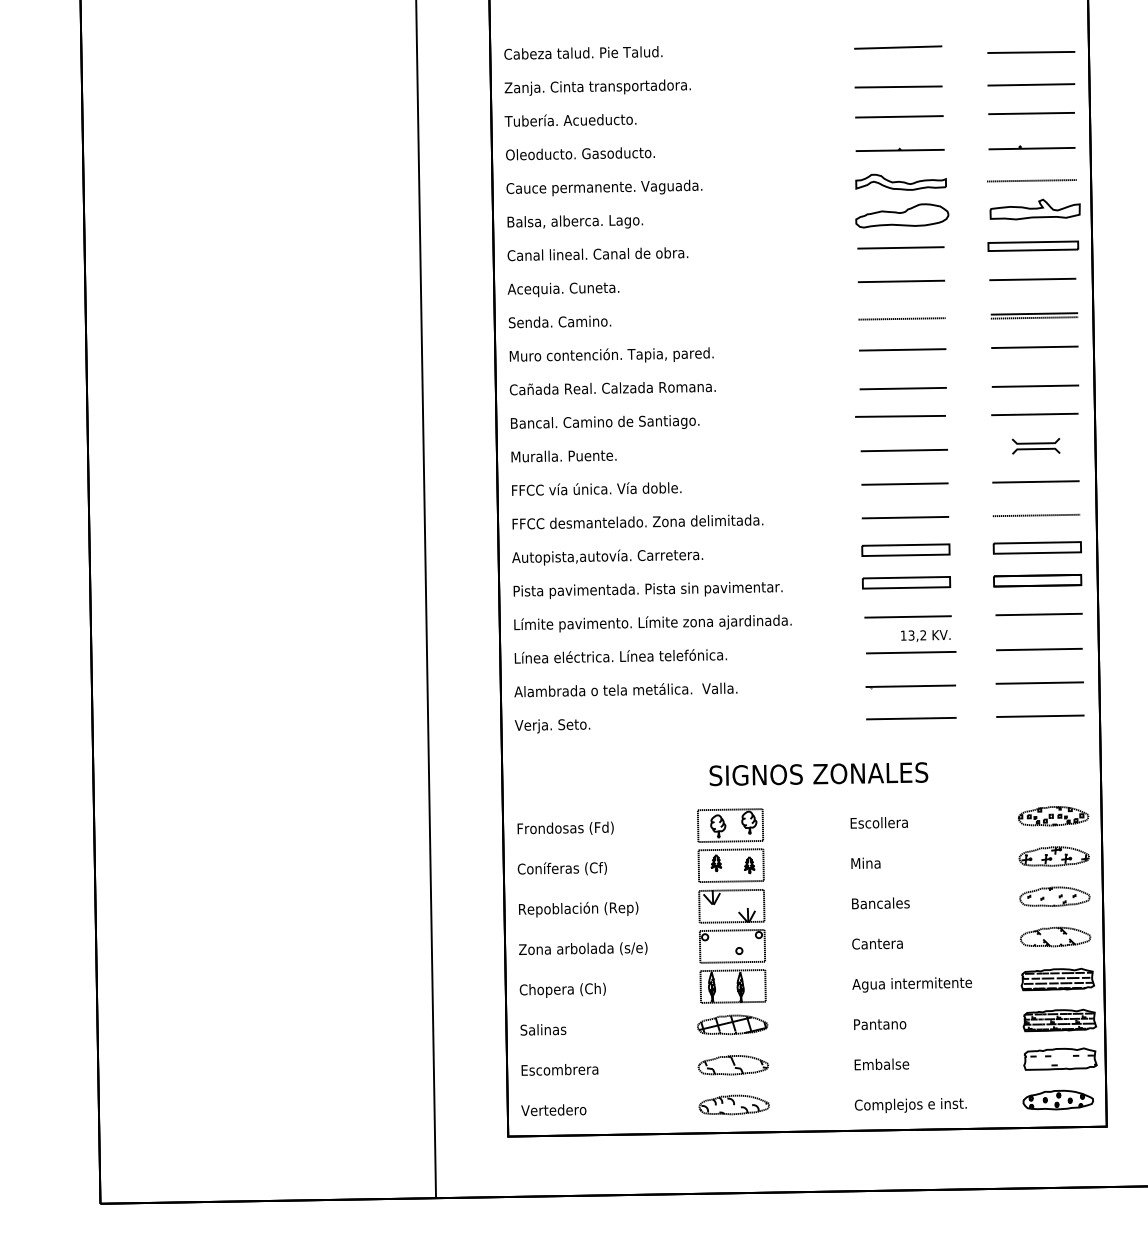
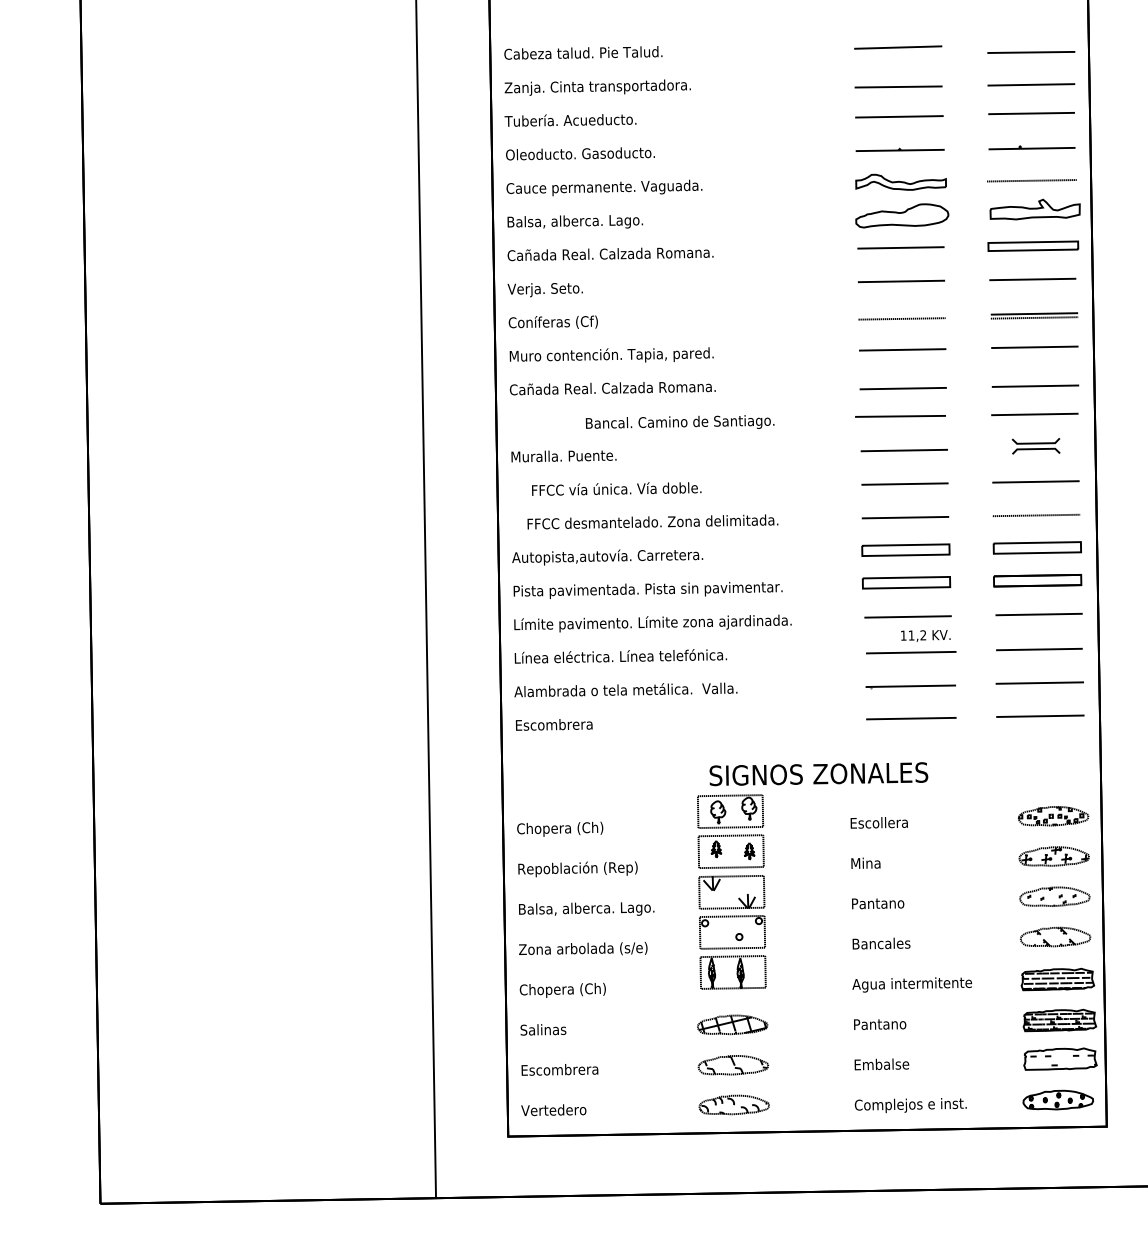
text at (619, 253): Canal lineal. Canal de obra. -> Cañada Real. Calzada Romana.
text at (563, 289): Acequia. Cuneta. -> Verja. Seto.
text at (559, 321): Senda. Camino. -> Coníferas (Cf)
text at (604, 421) position: (604, 421) -> (679, 421)
text at (596, 488) position: (596, 488) -> (616, 488)
text at (637, 521) position: (637, 521) -> (652, 521)
text at (911, 635): 13,2 -> 11,2
text at (553, 726): Verja. Seto. -> Escombrera
text at (565, 828): Frondosas (Fd) -> Chopera (Ch)
text at (577, 869): Coníferas (Cf) -> Repoblación (Rep)
text at (881, 903): Bancales -> Pantano
part at (731, 905) position: (731, 905) -> (731, 891)
text at (587, 909): Repoblación (Rep) -> Balsa, alberca. Lago.
text at (881, 943): Cantera -> Bancales
